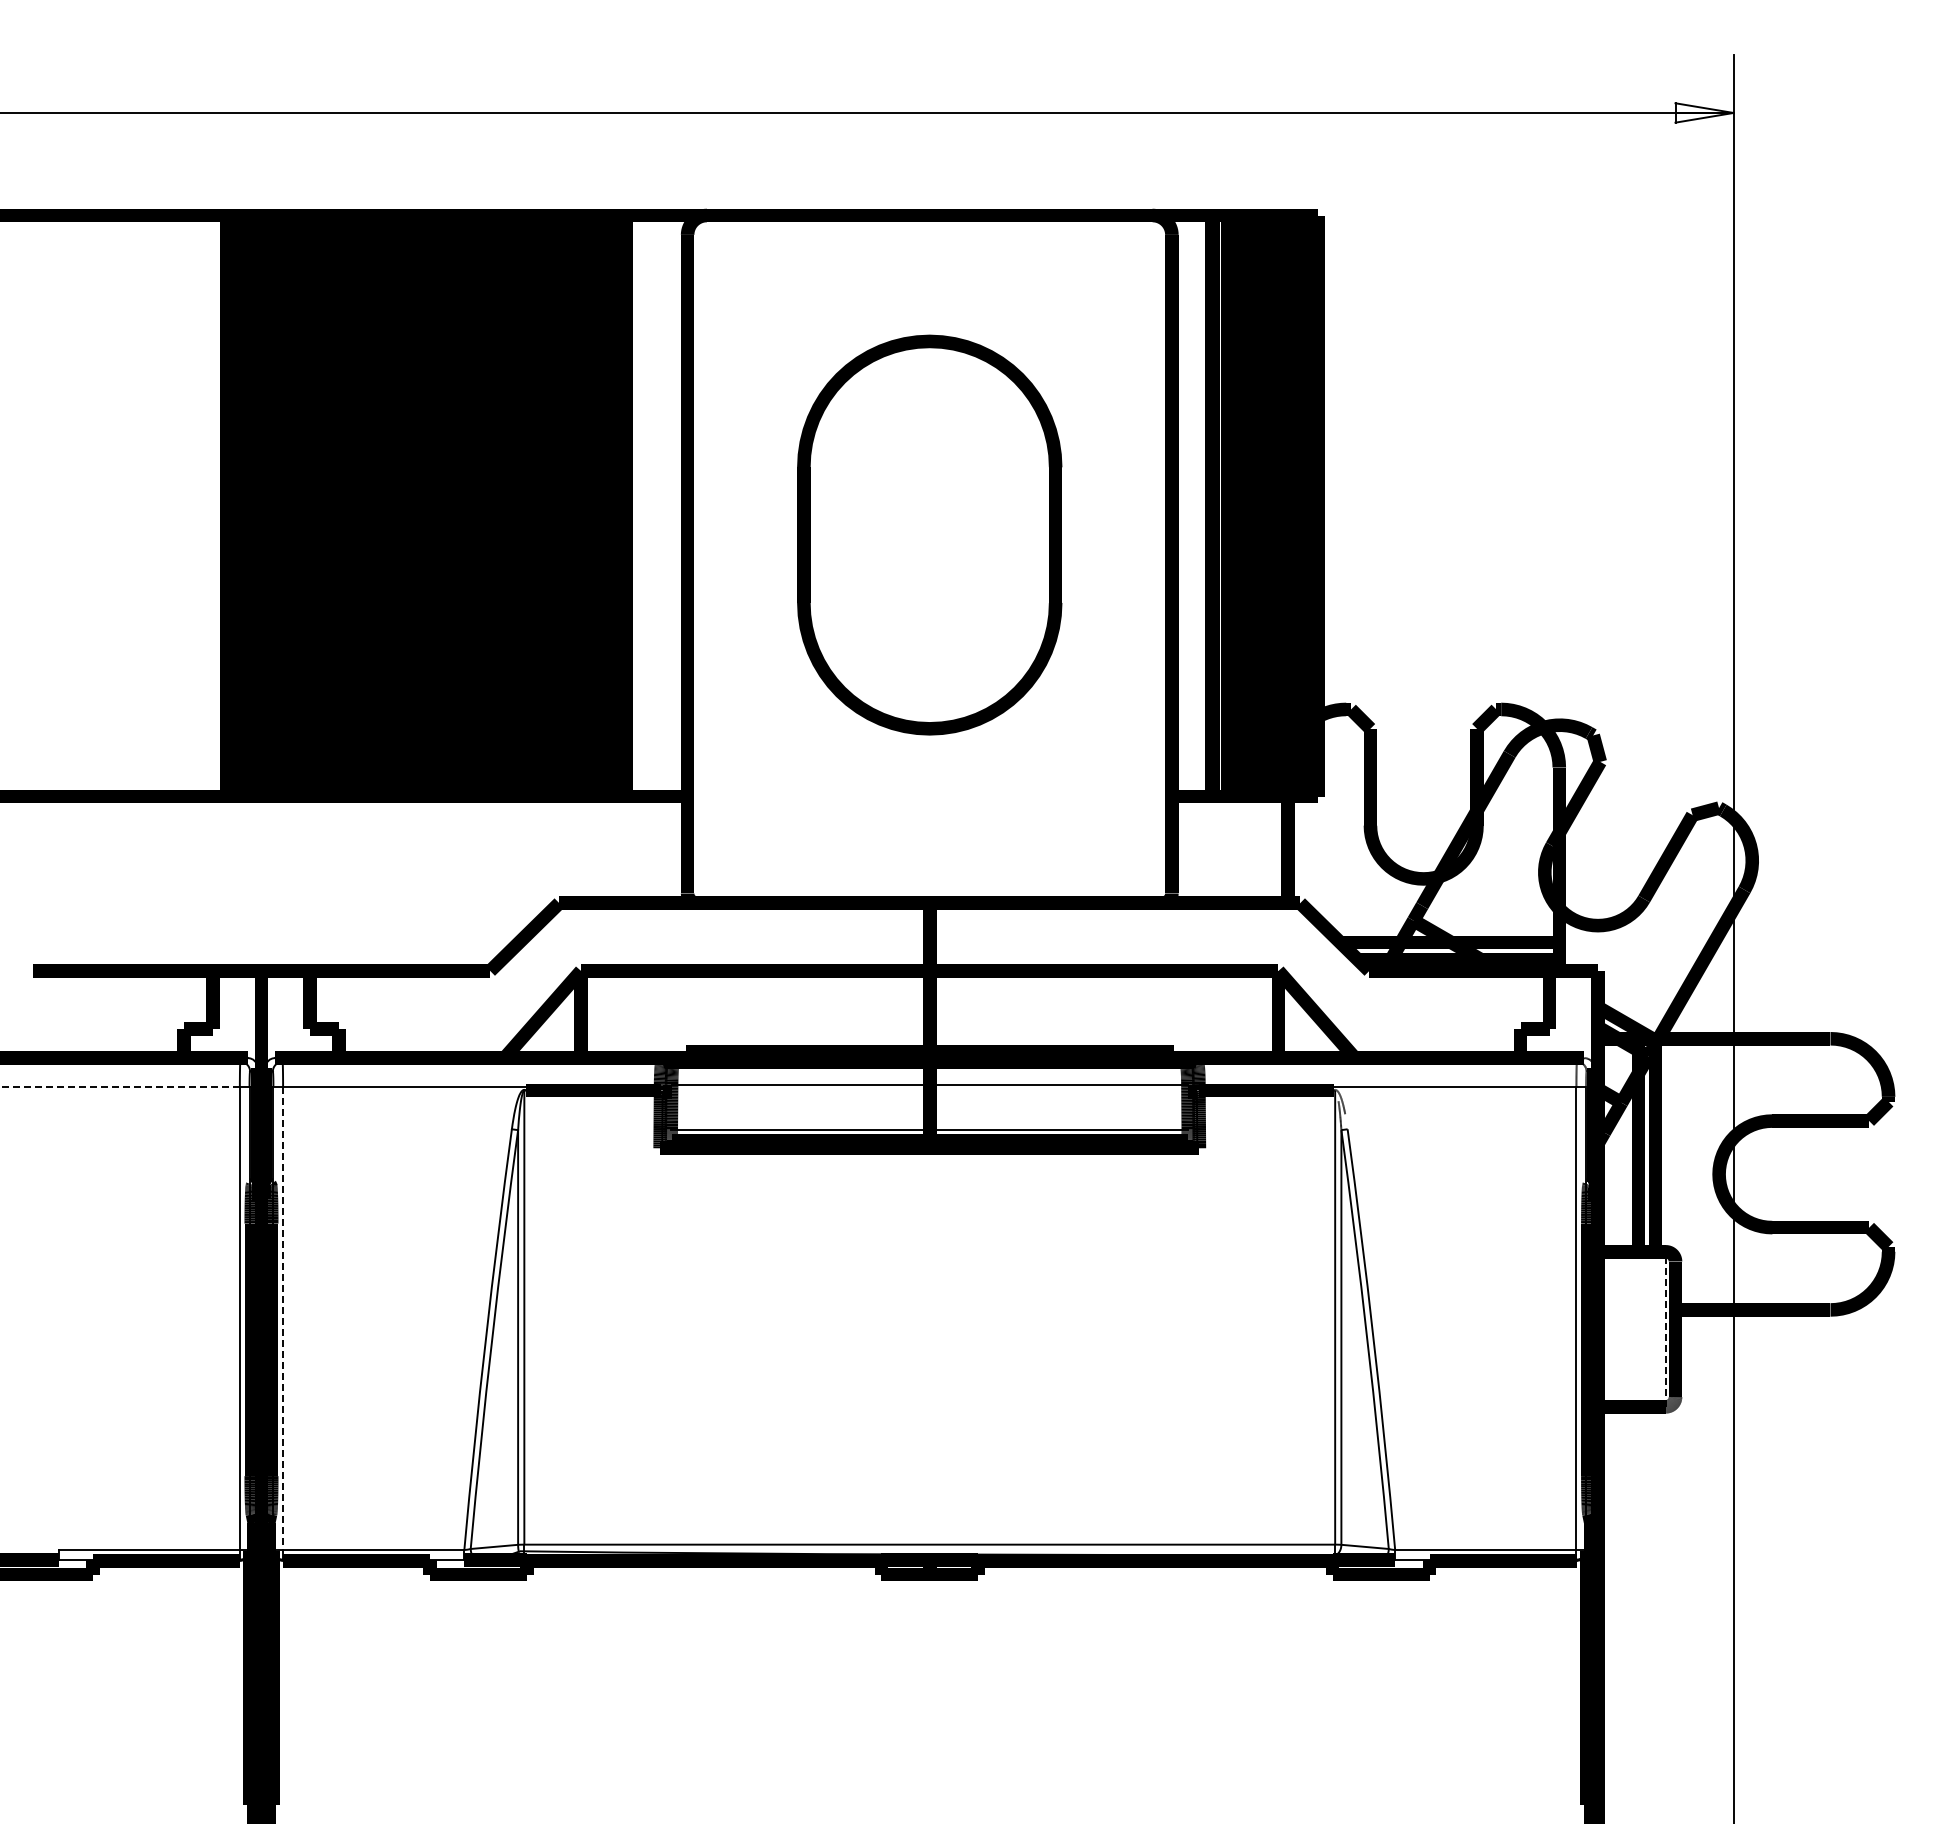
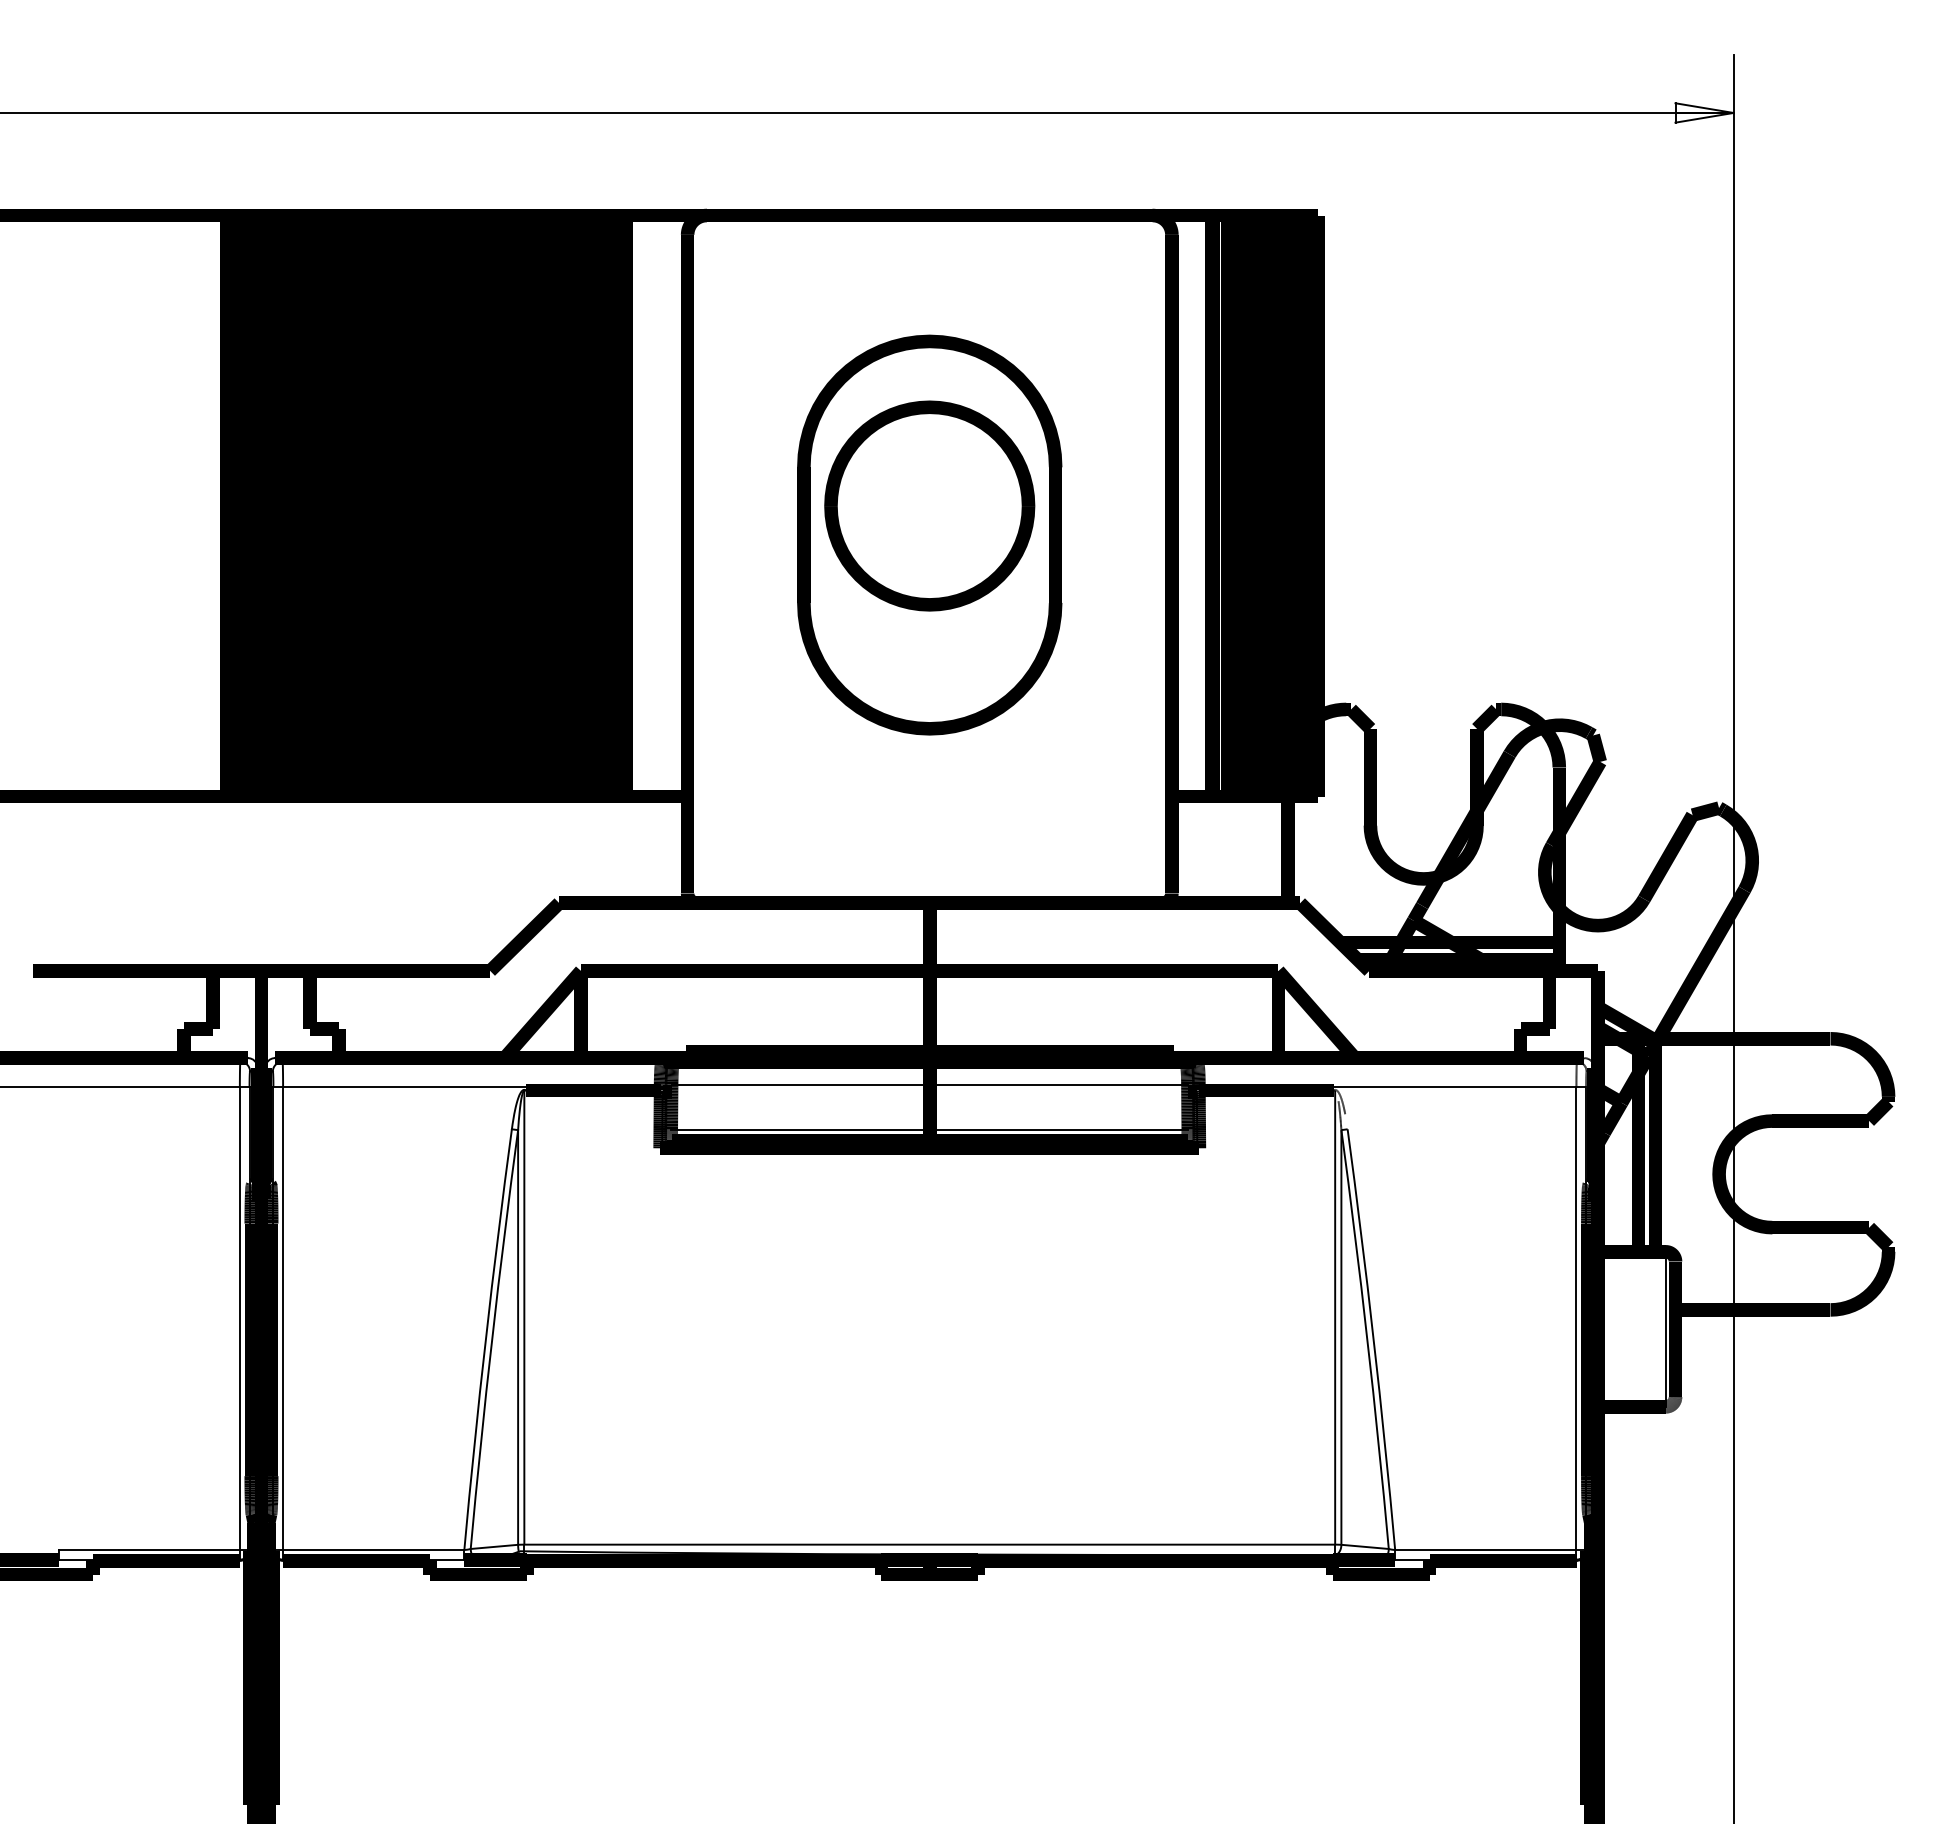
part at (929, 505): none -> present
line at (120, 1087): dashed -> solid
line at (283, 1319): dashed -> solid
line at (1665, 1328): dashed -> solid
